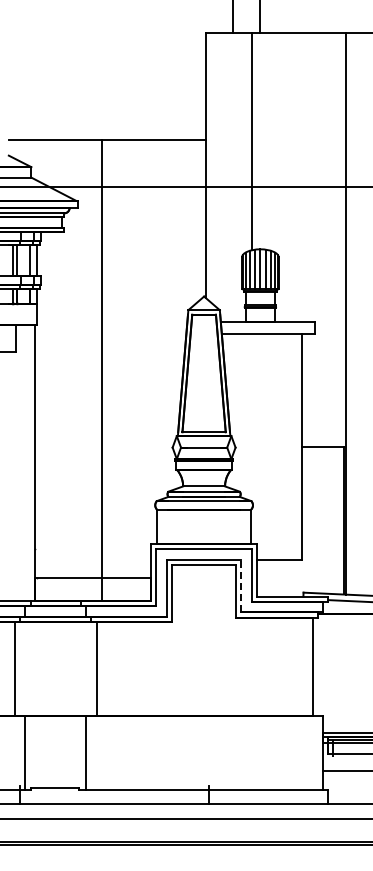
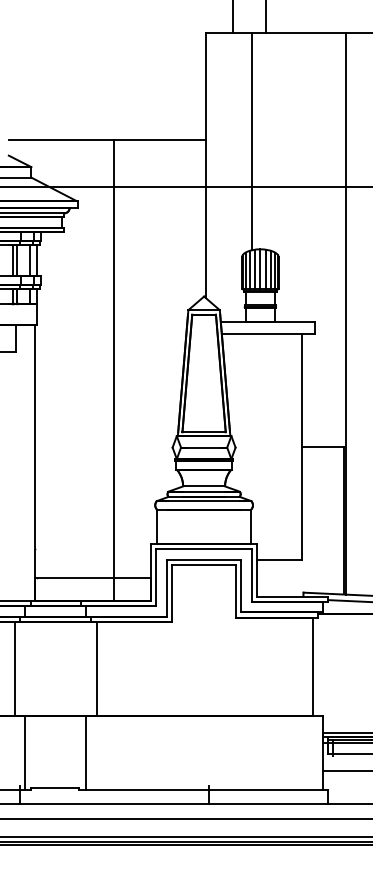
line at (260, 17) position: (260, 17) -> (266, 17)
line at (102, 369) position: (102, 369) -> (114, 369)
line at (241, 585): dashed -> solid
line at (185, 836): none -> present
